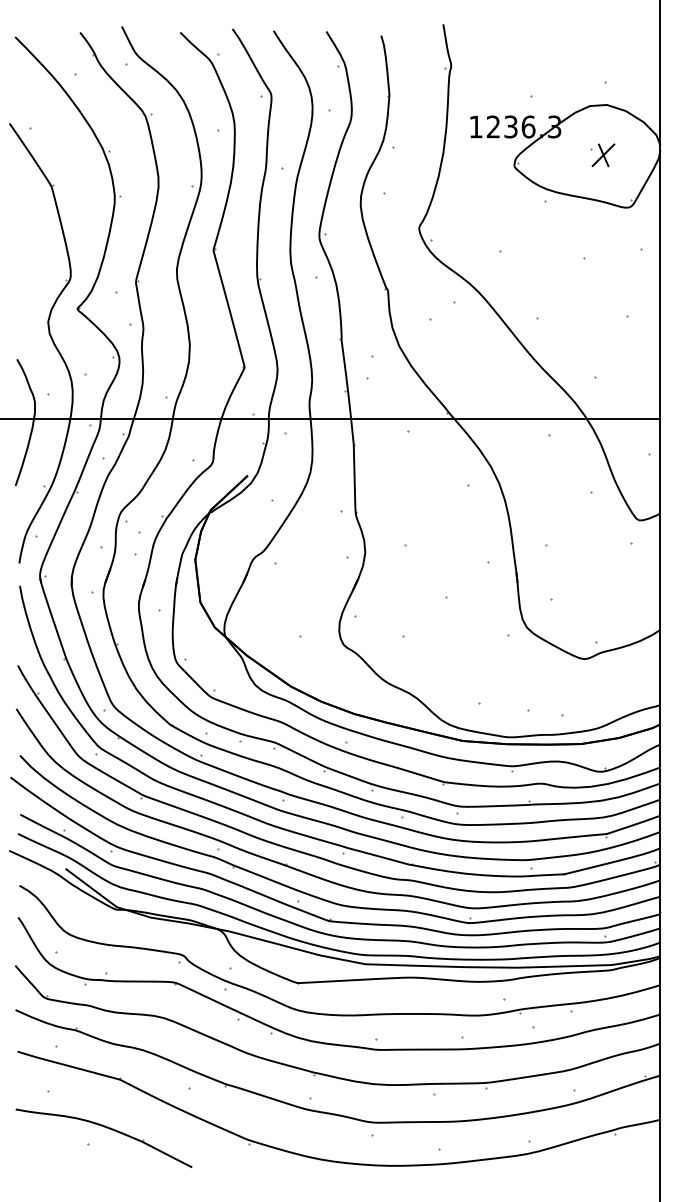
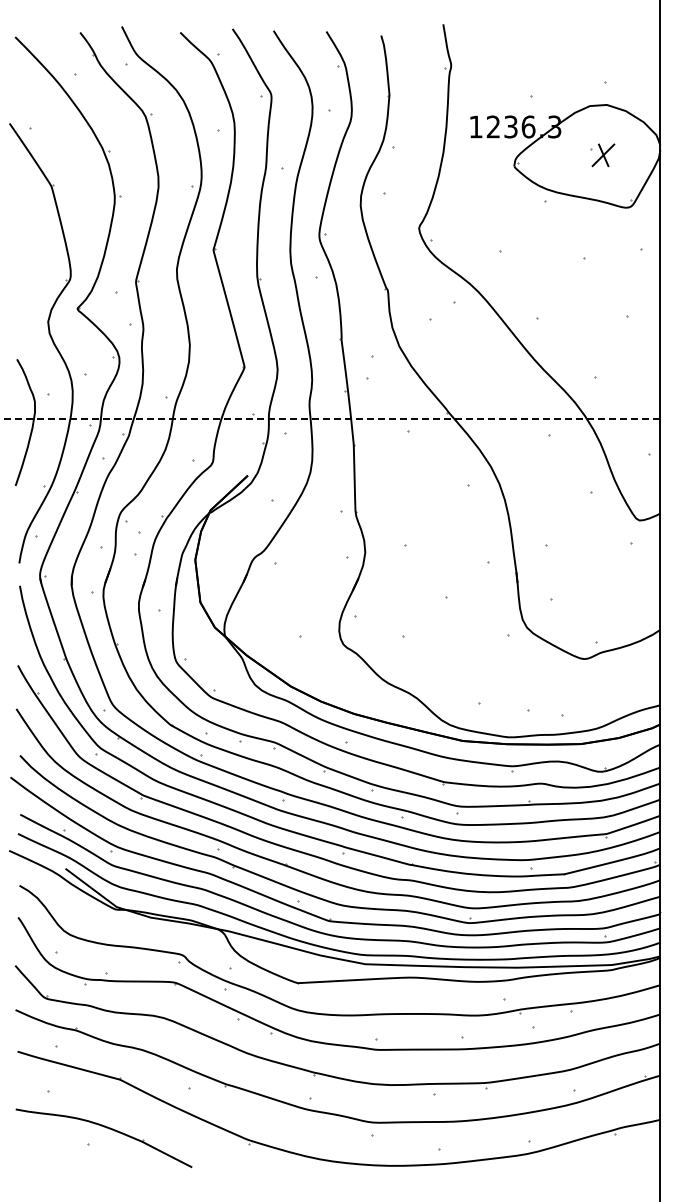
line at (330, 419): solid -> dashed
